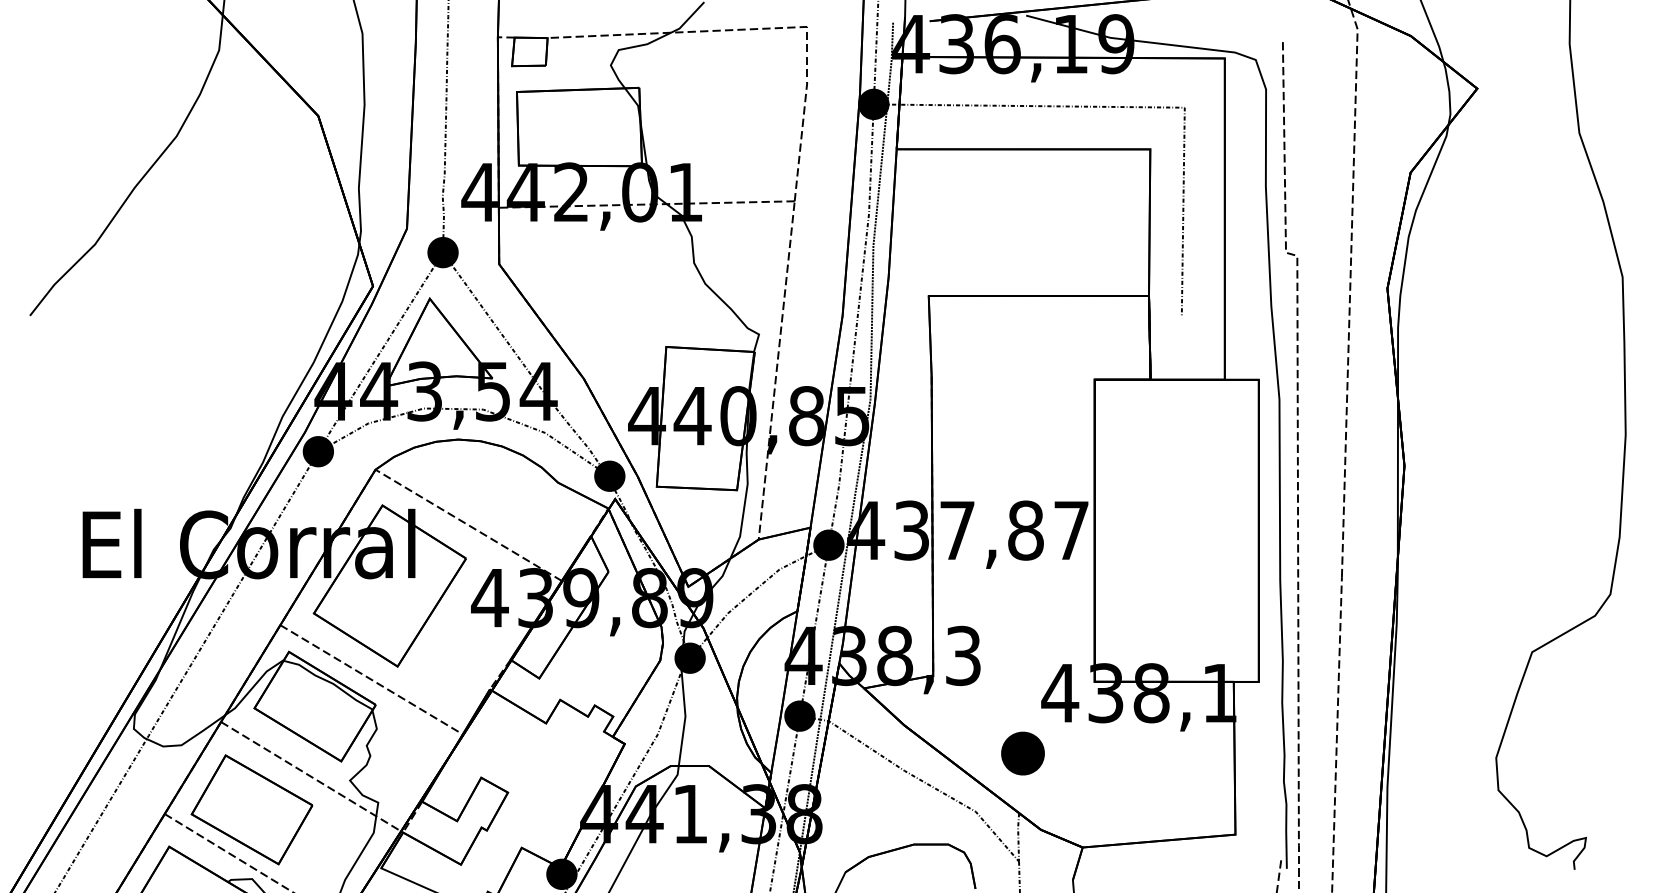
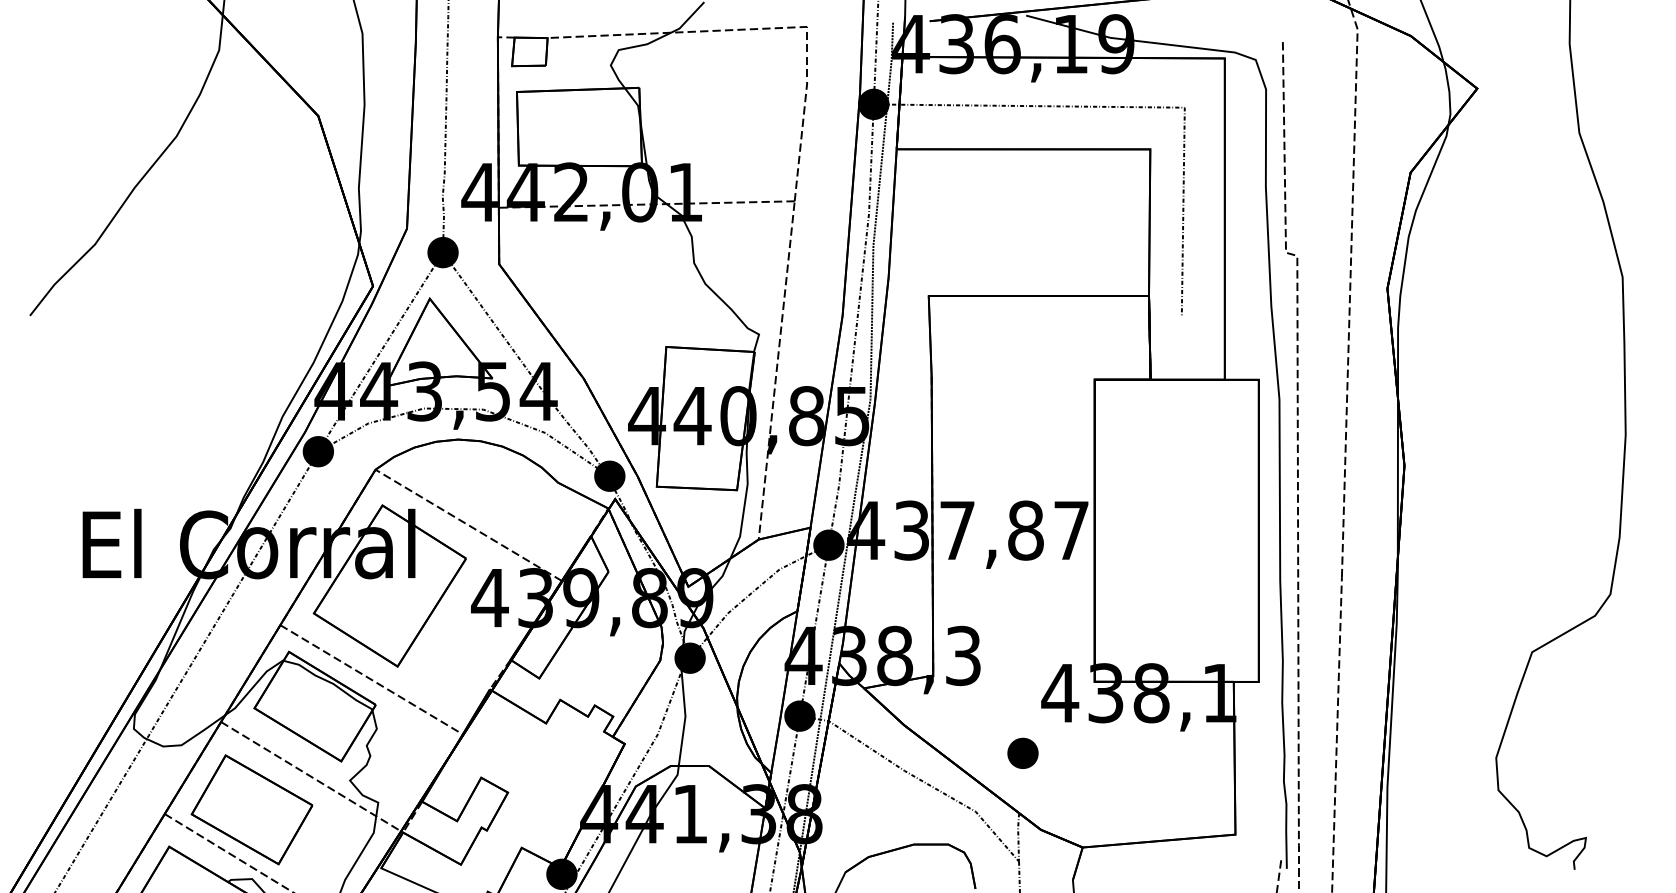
part at (1022, 753) size: 44x45 px -> 32x32 px
